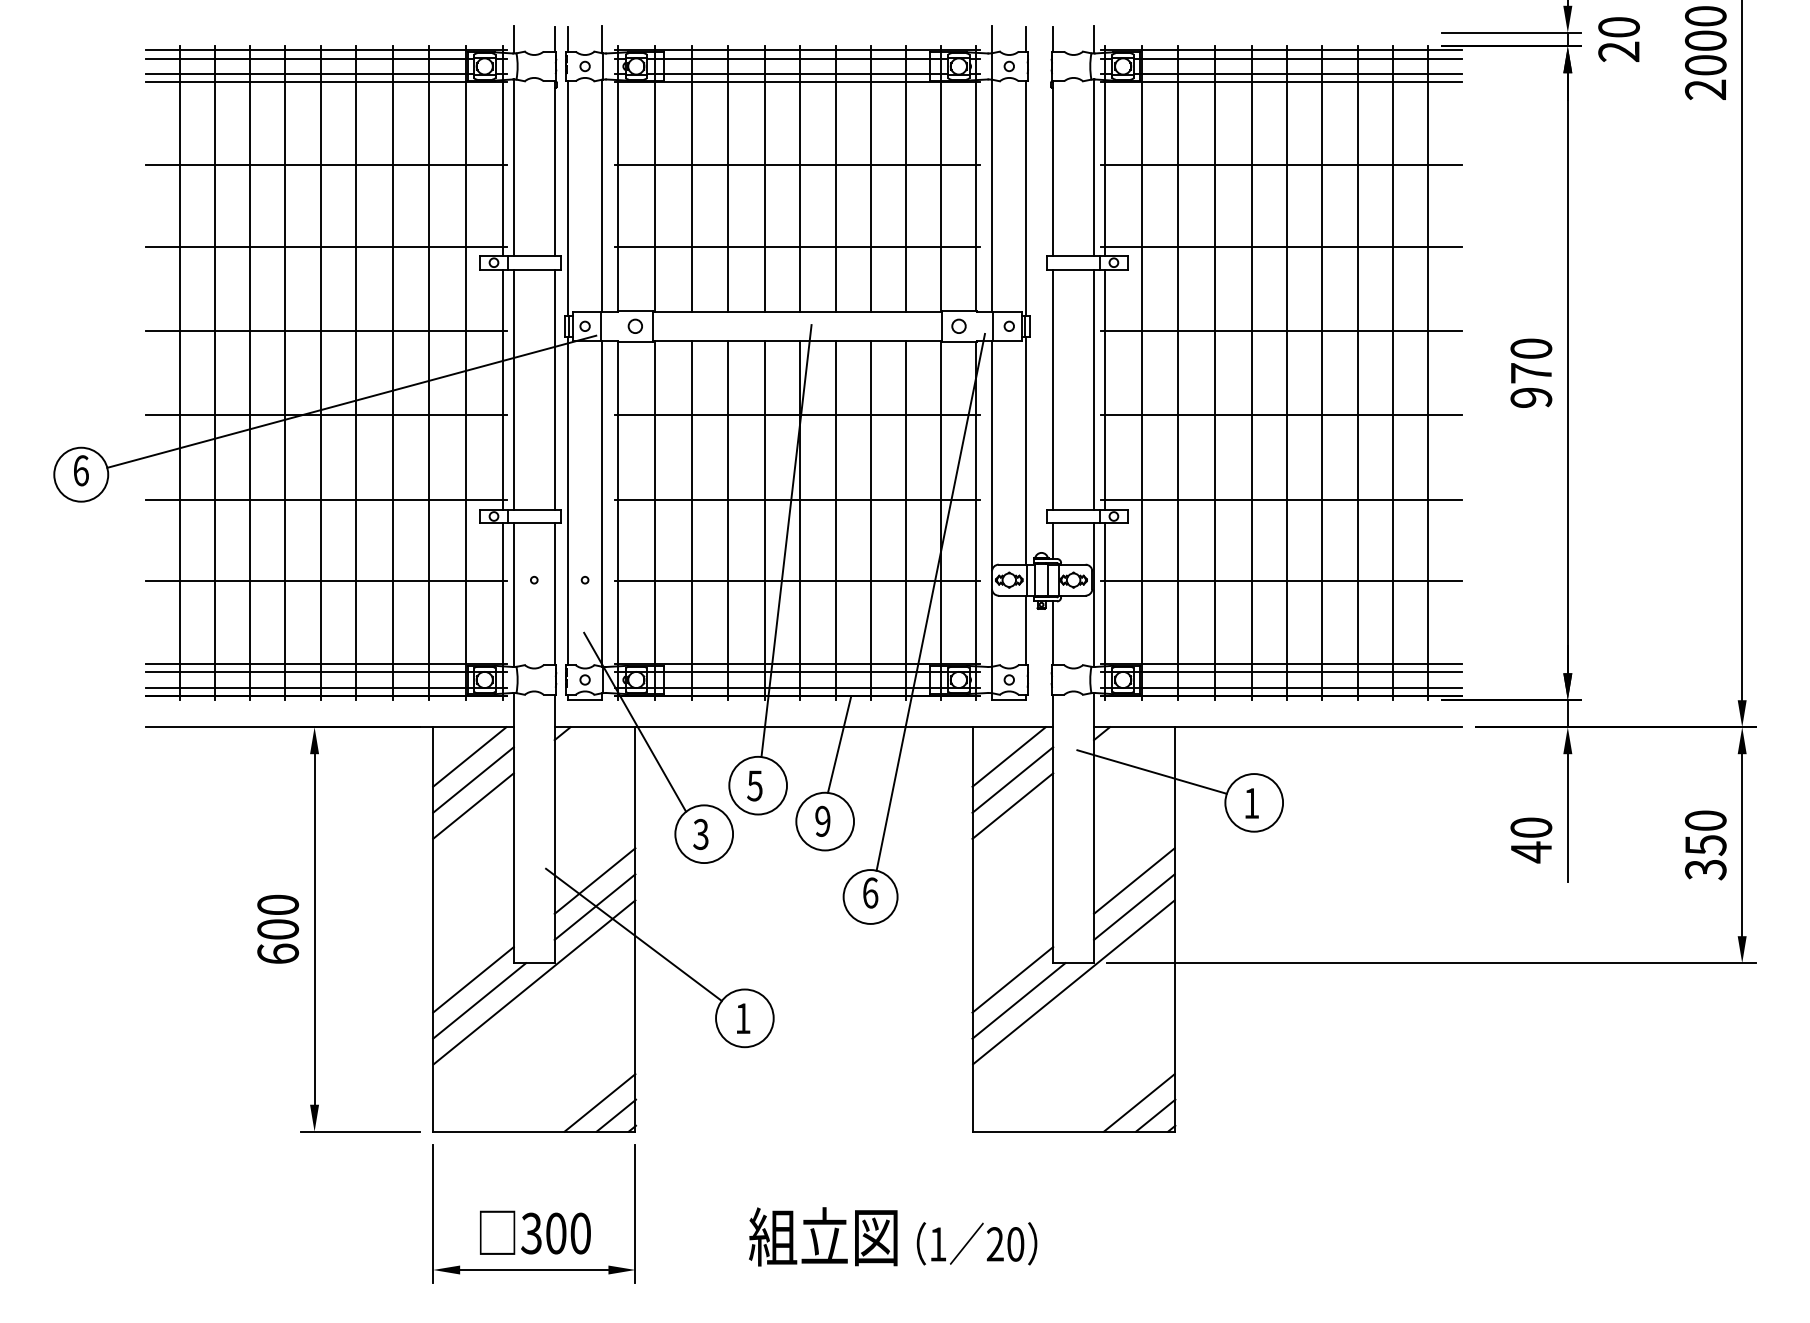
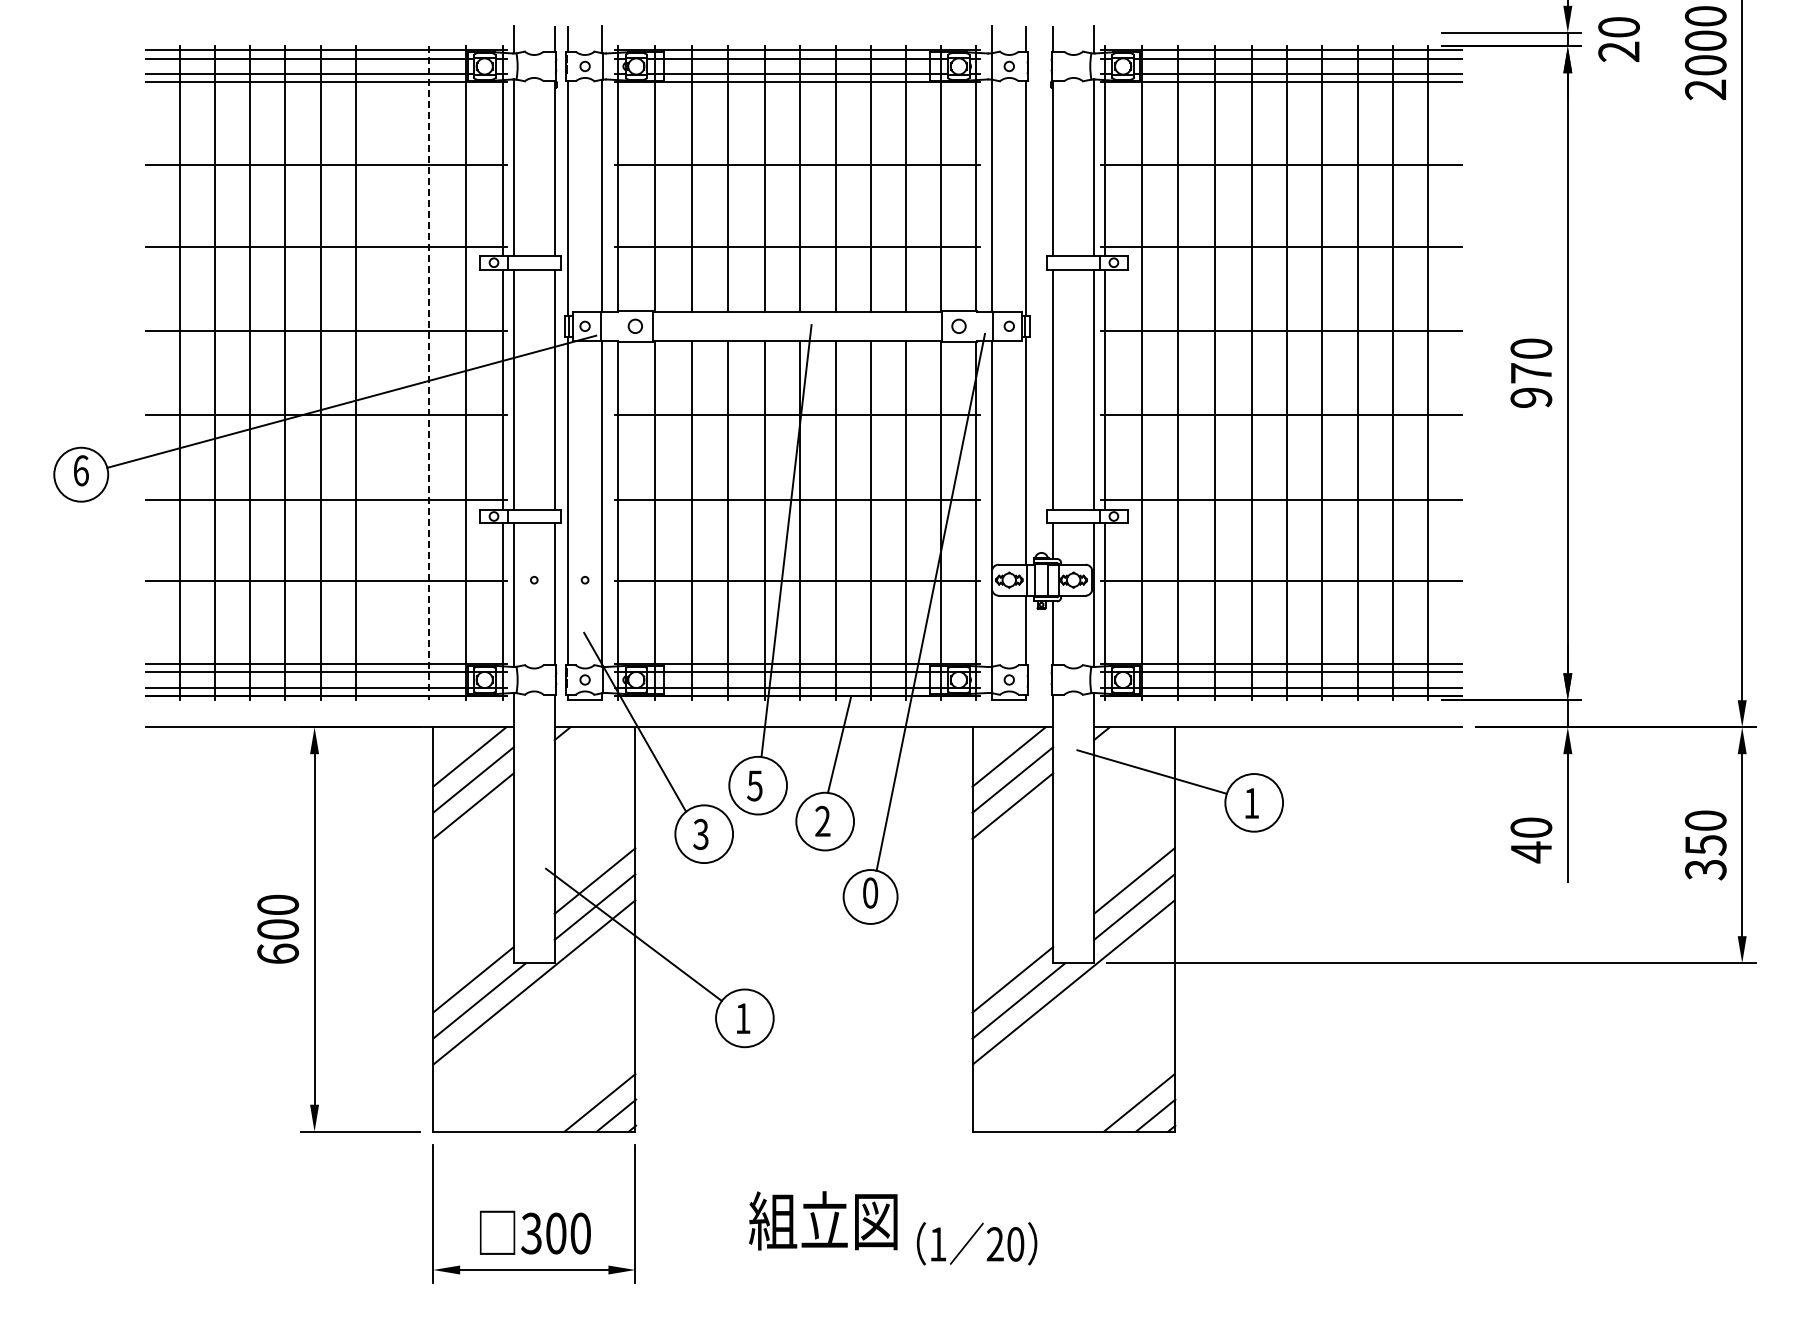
line at (392, 373): present -> none
line at (429, 373): solid -> dashed
text at (822, 821): 9 -> 2
text at (870, 892): 6 -> 0
text at (823, 1236) position: (823, 1236) -> (823, 1220)
